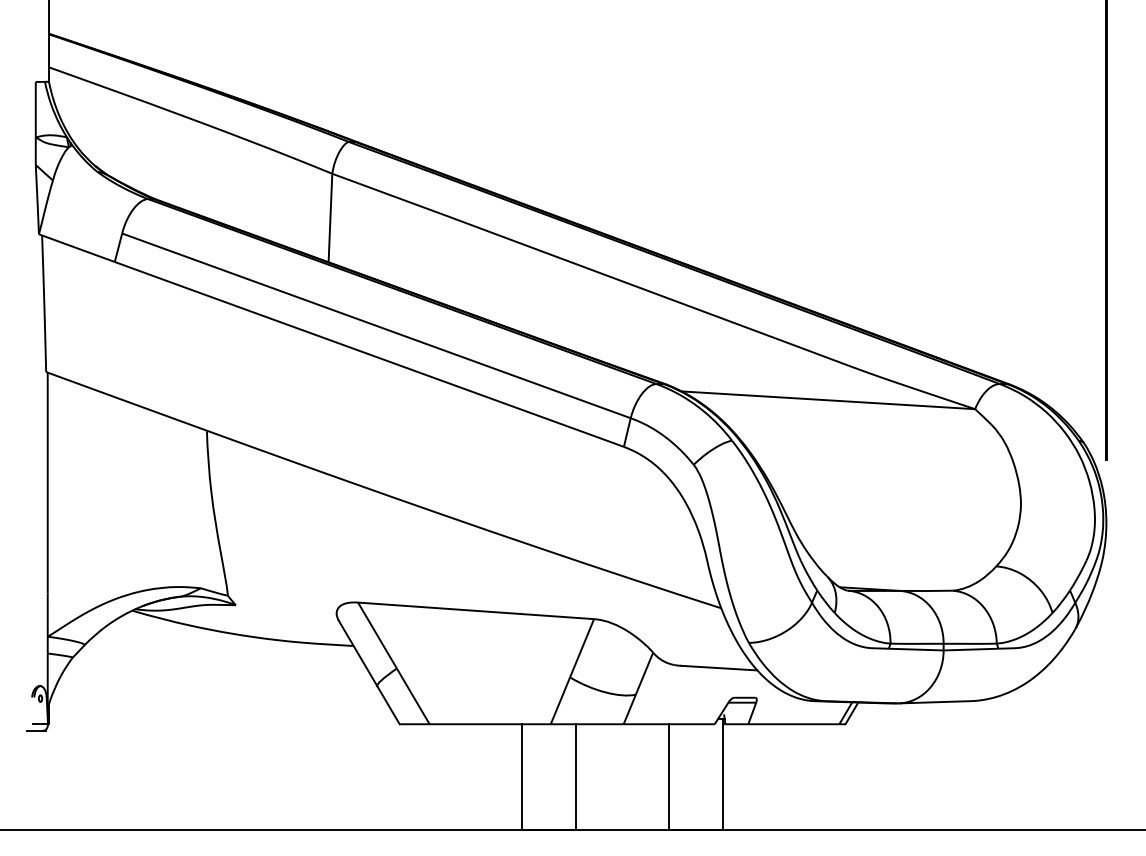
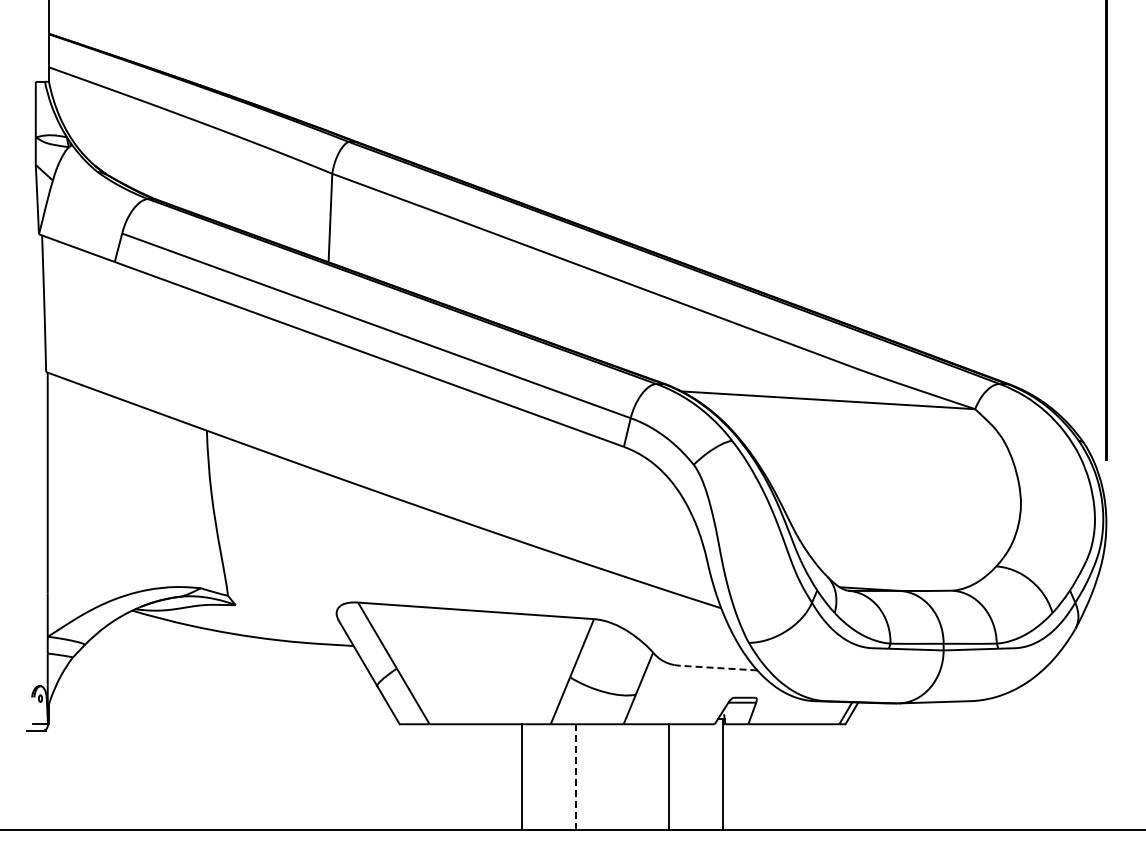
line at (718, 668): solid -> dashed
line at (576, 777): solid -> dashed
